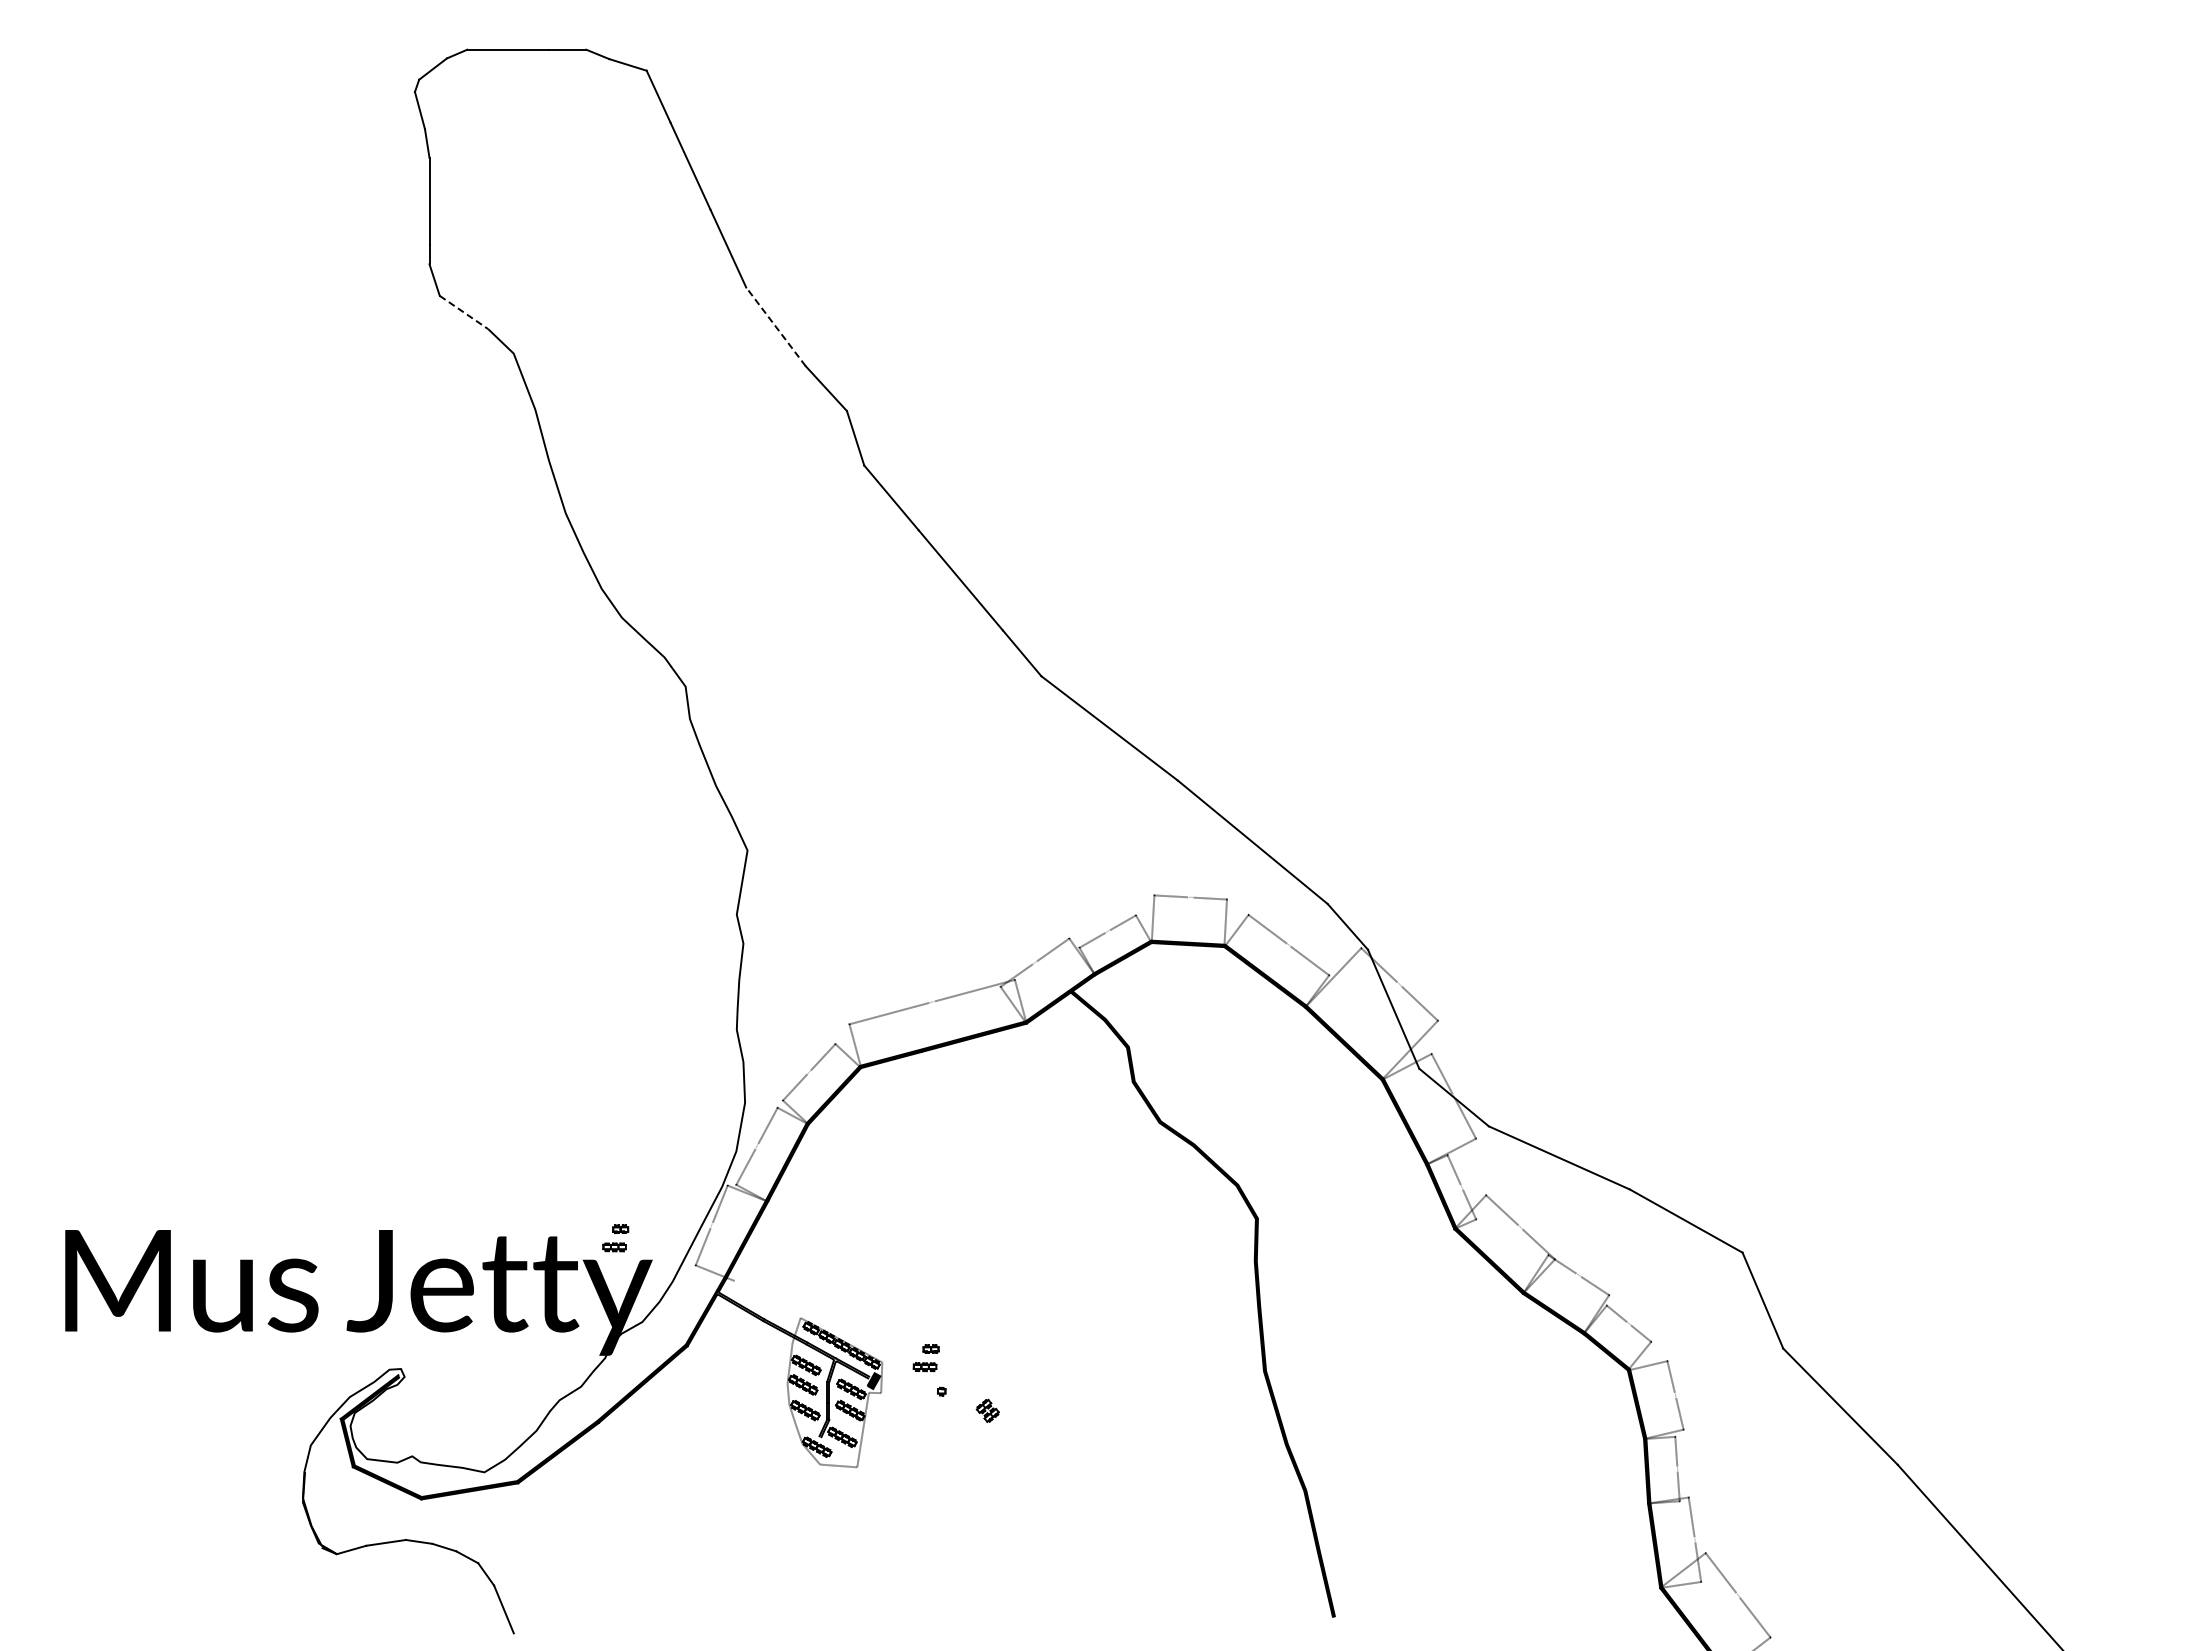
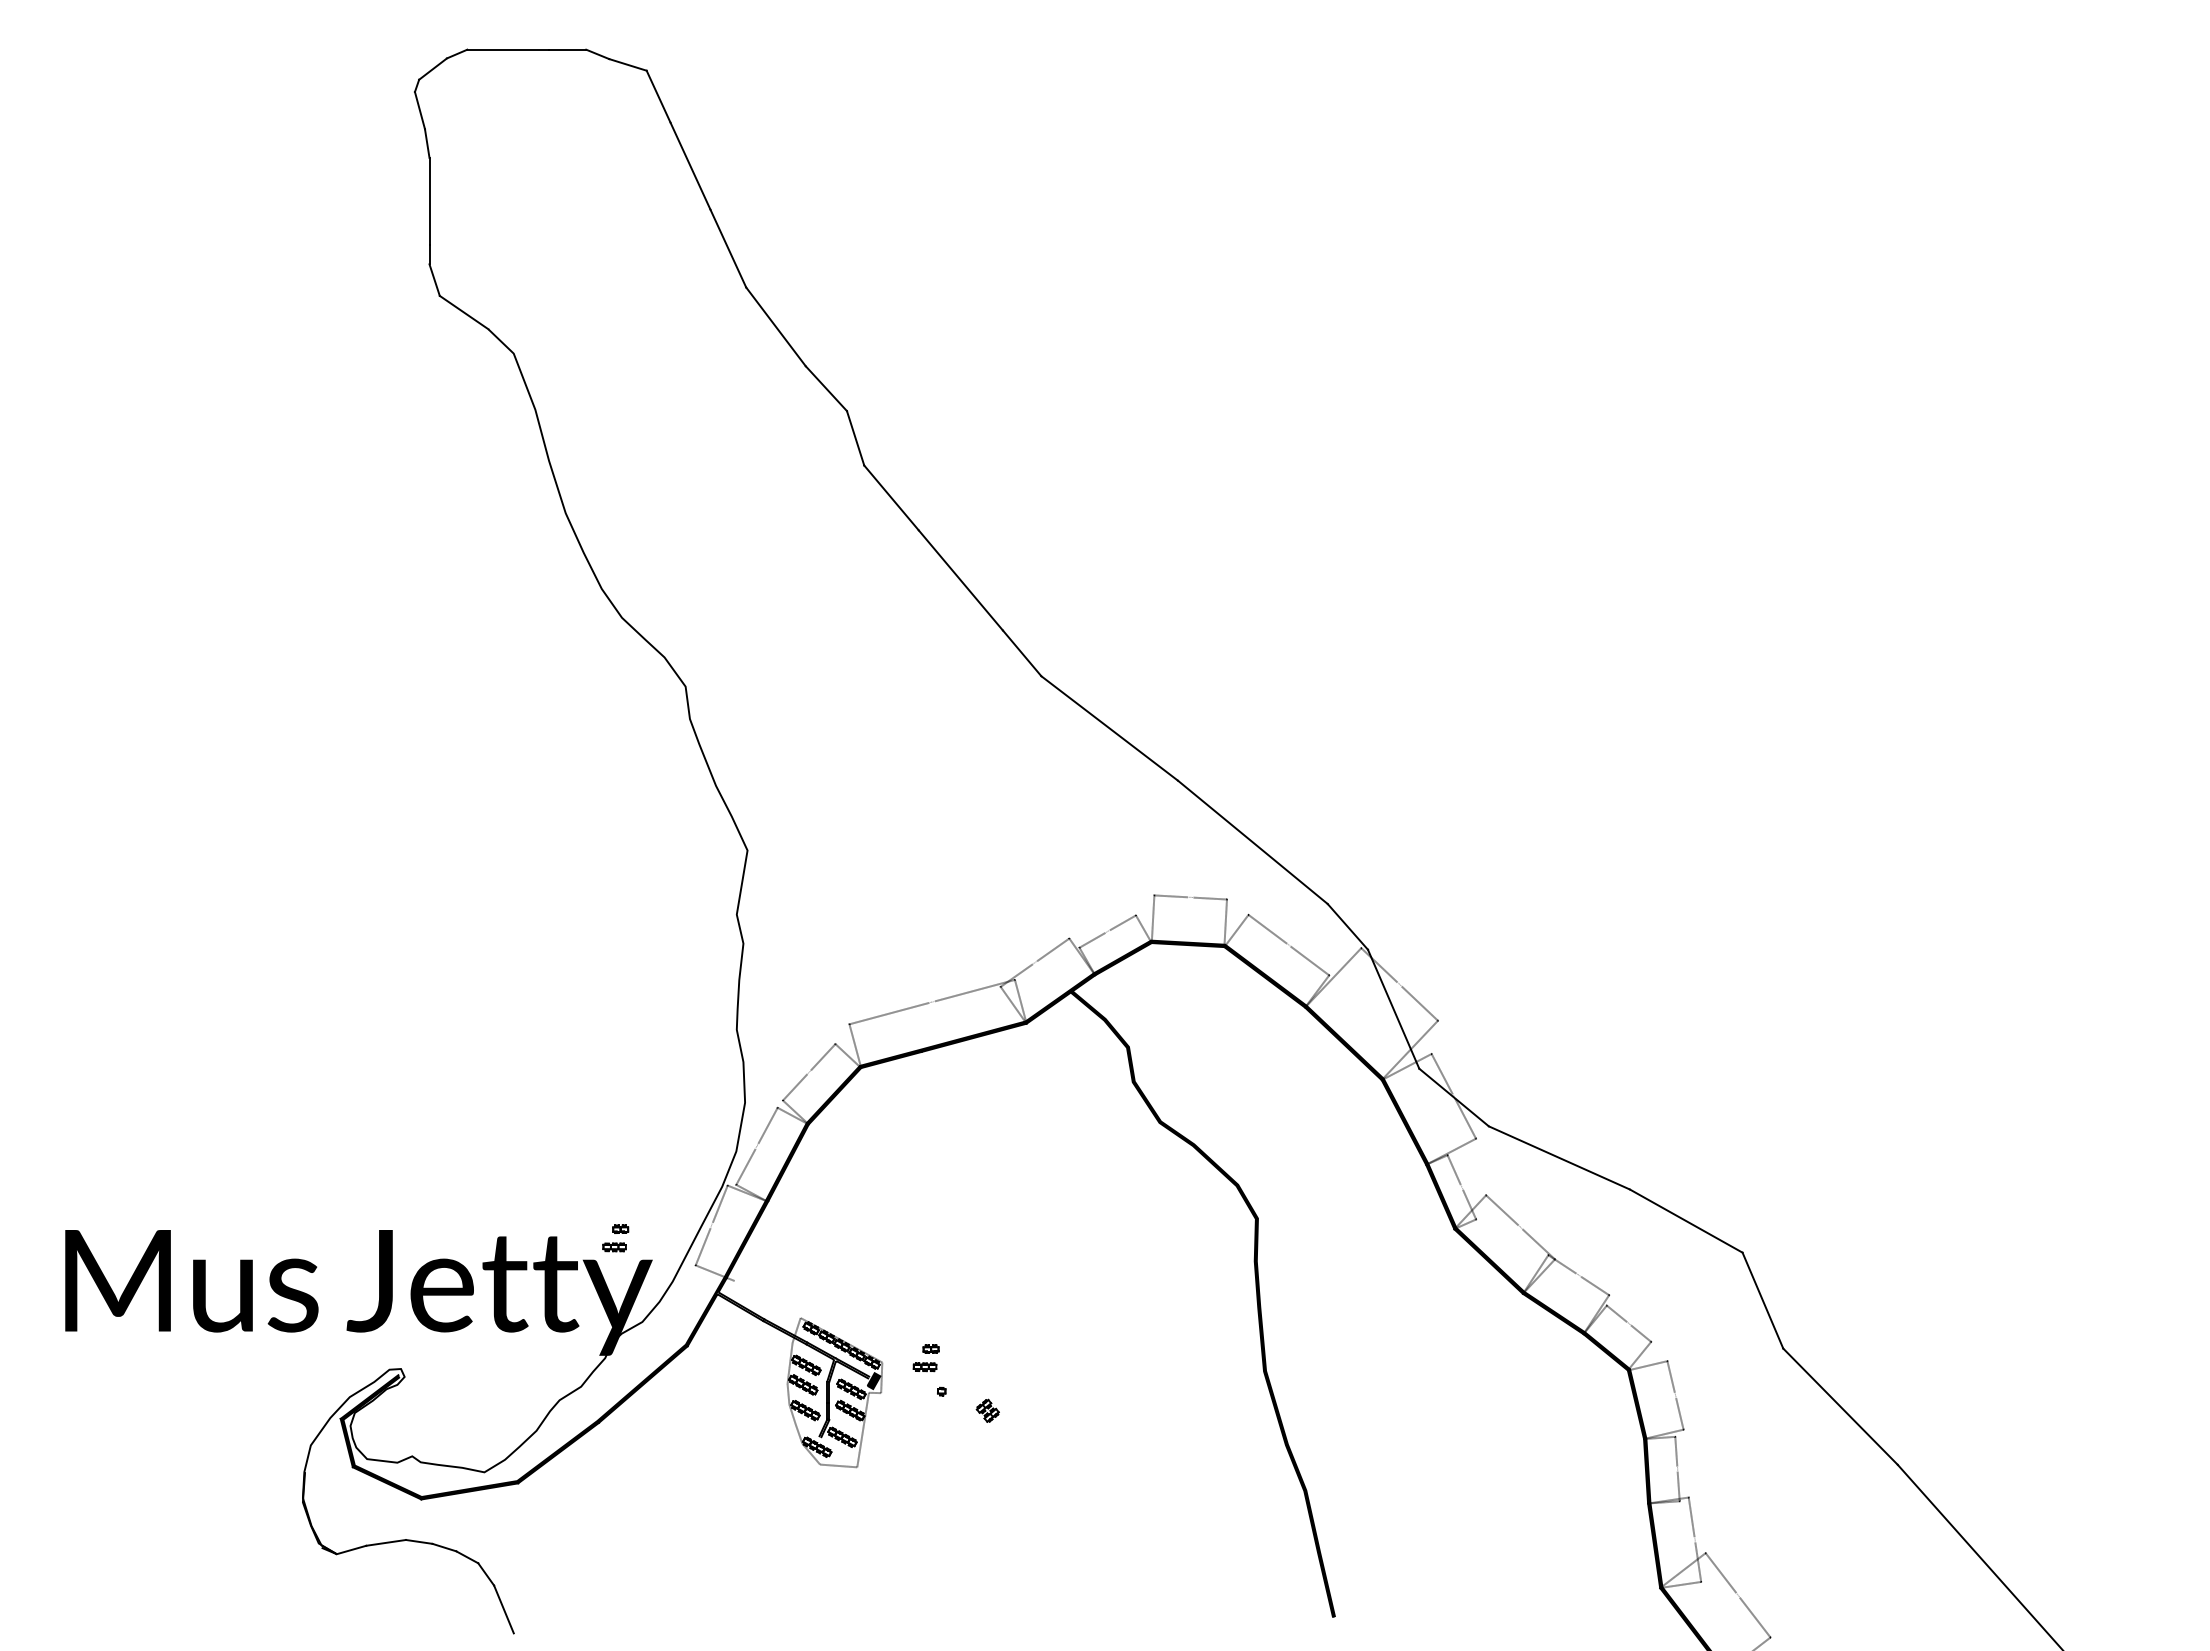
line at (464, 312): dashed -> solid
line at (775, 326): dashed -> solid
